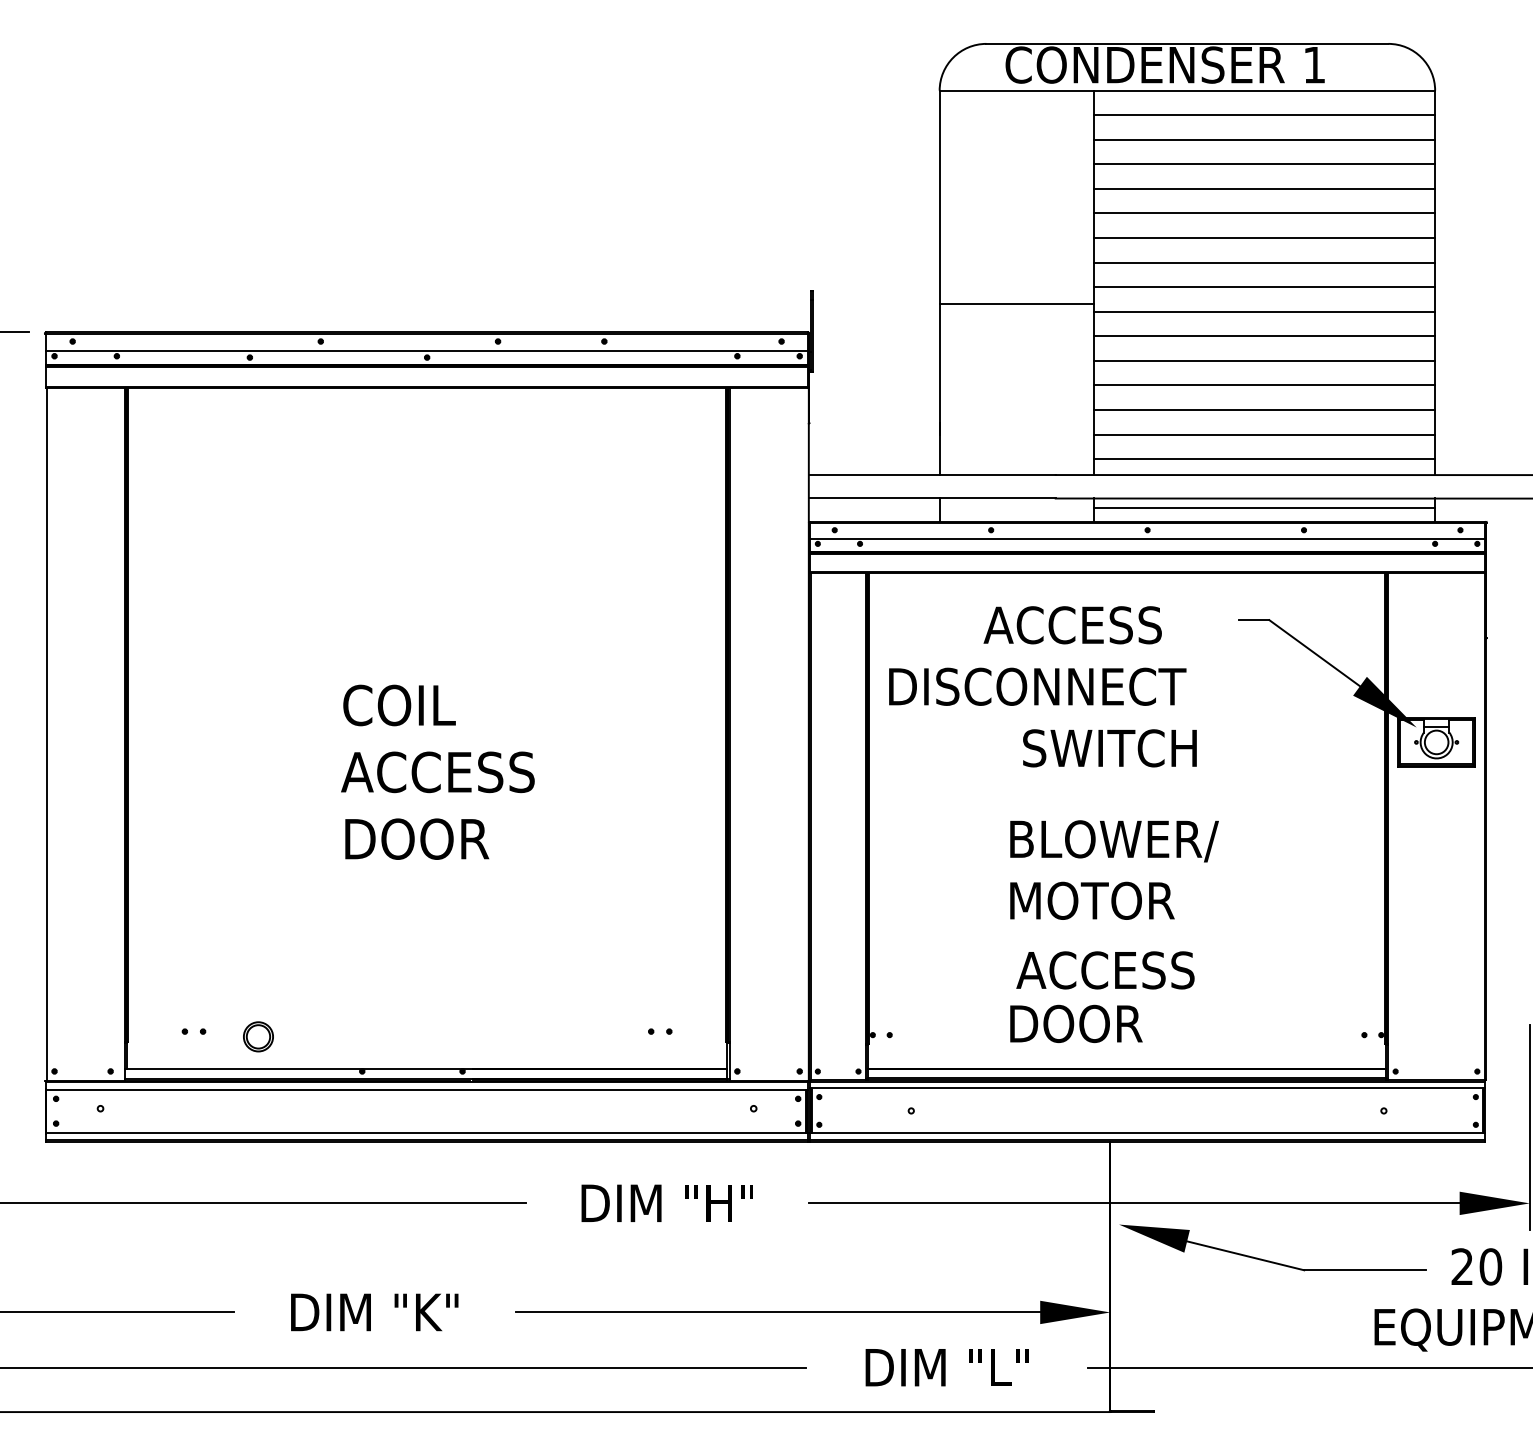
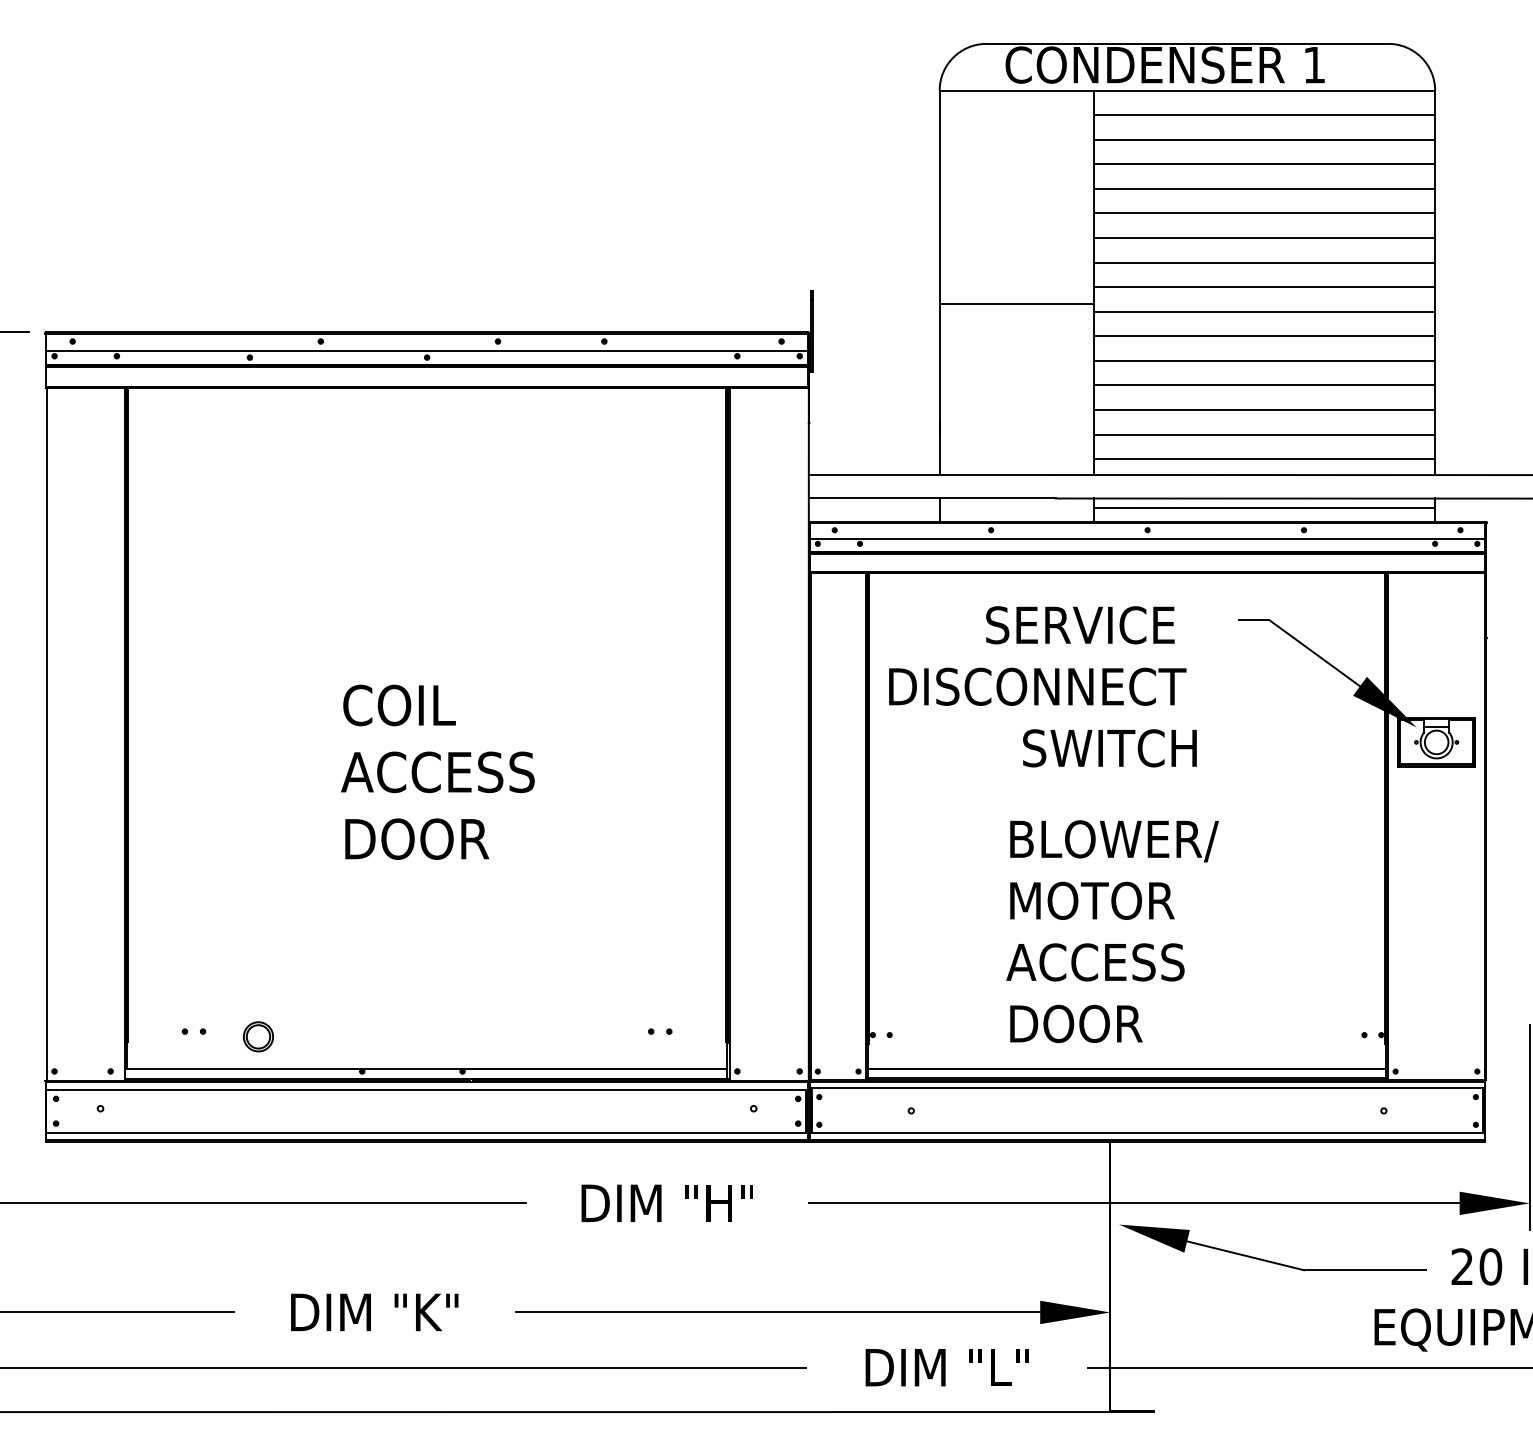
text at (1078, 625): ACCESS -> SERVICE
text at (1105, 970) position: (1105, 970) -> (1095, 962)
